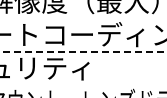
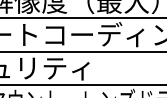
line at (82, 18): none -> present
line at (83, 51): dashed -> solid
line at (82, 85): none -> present
